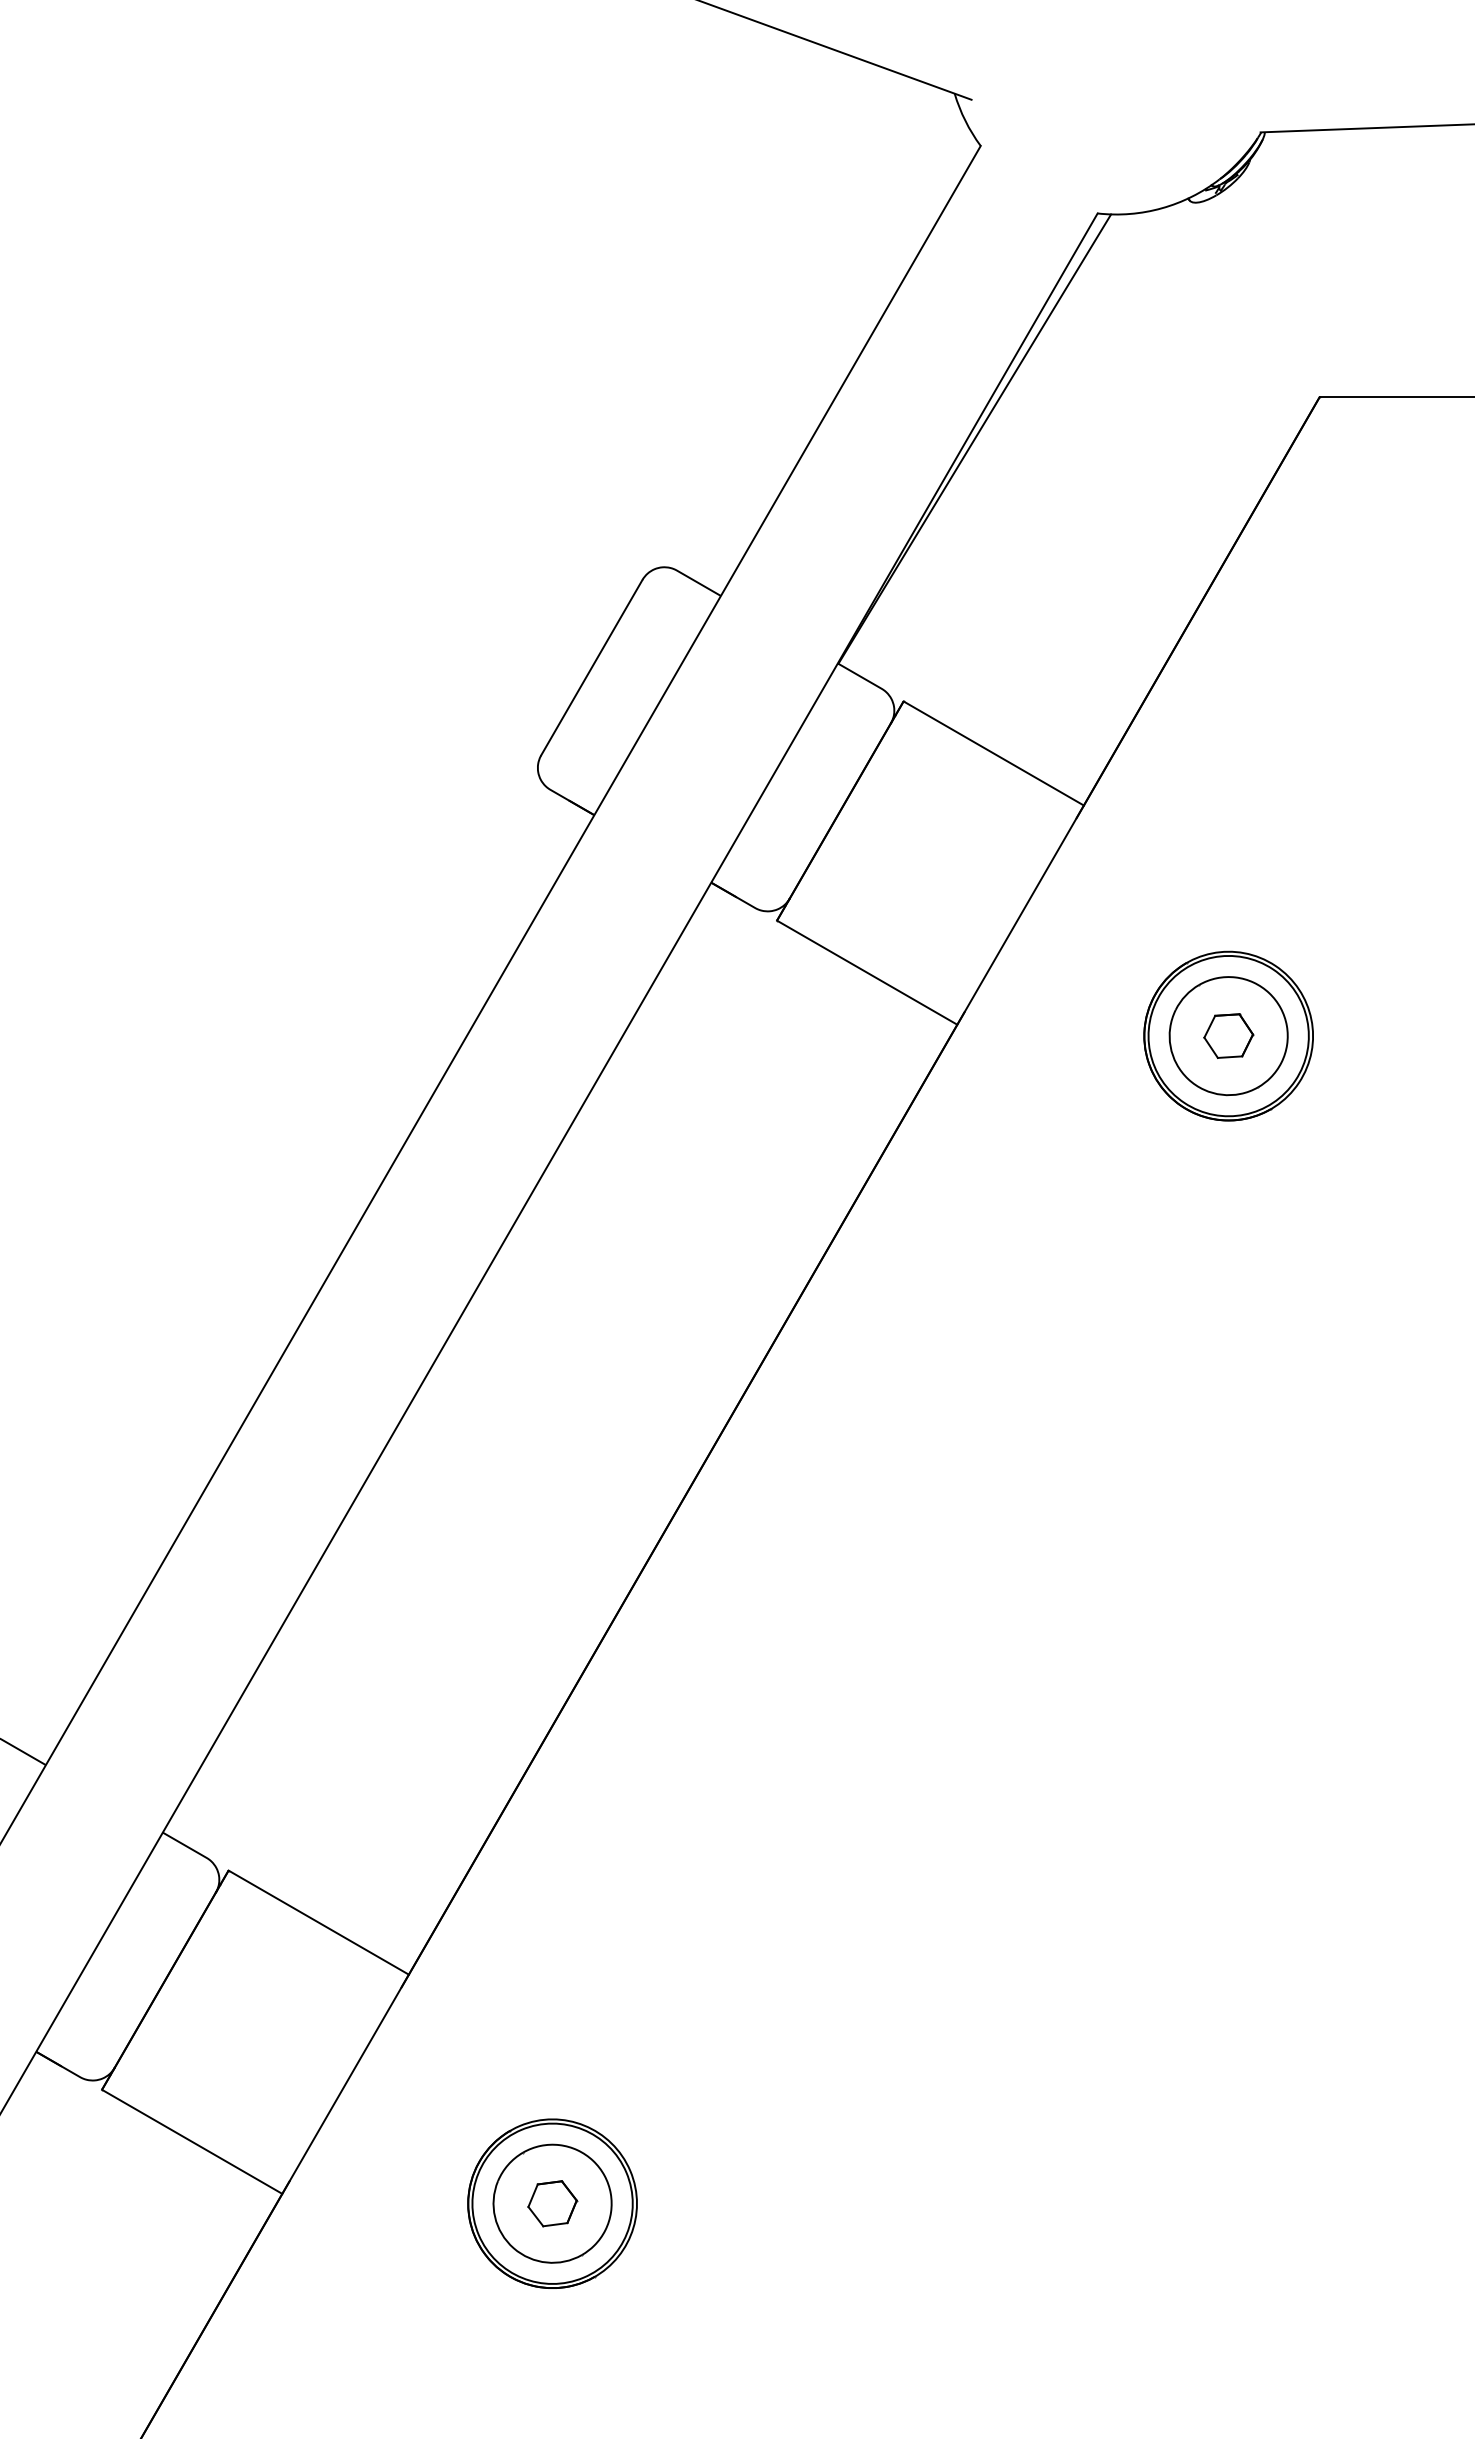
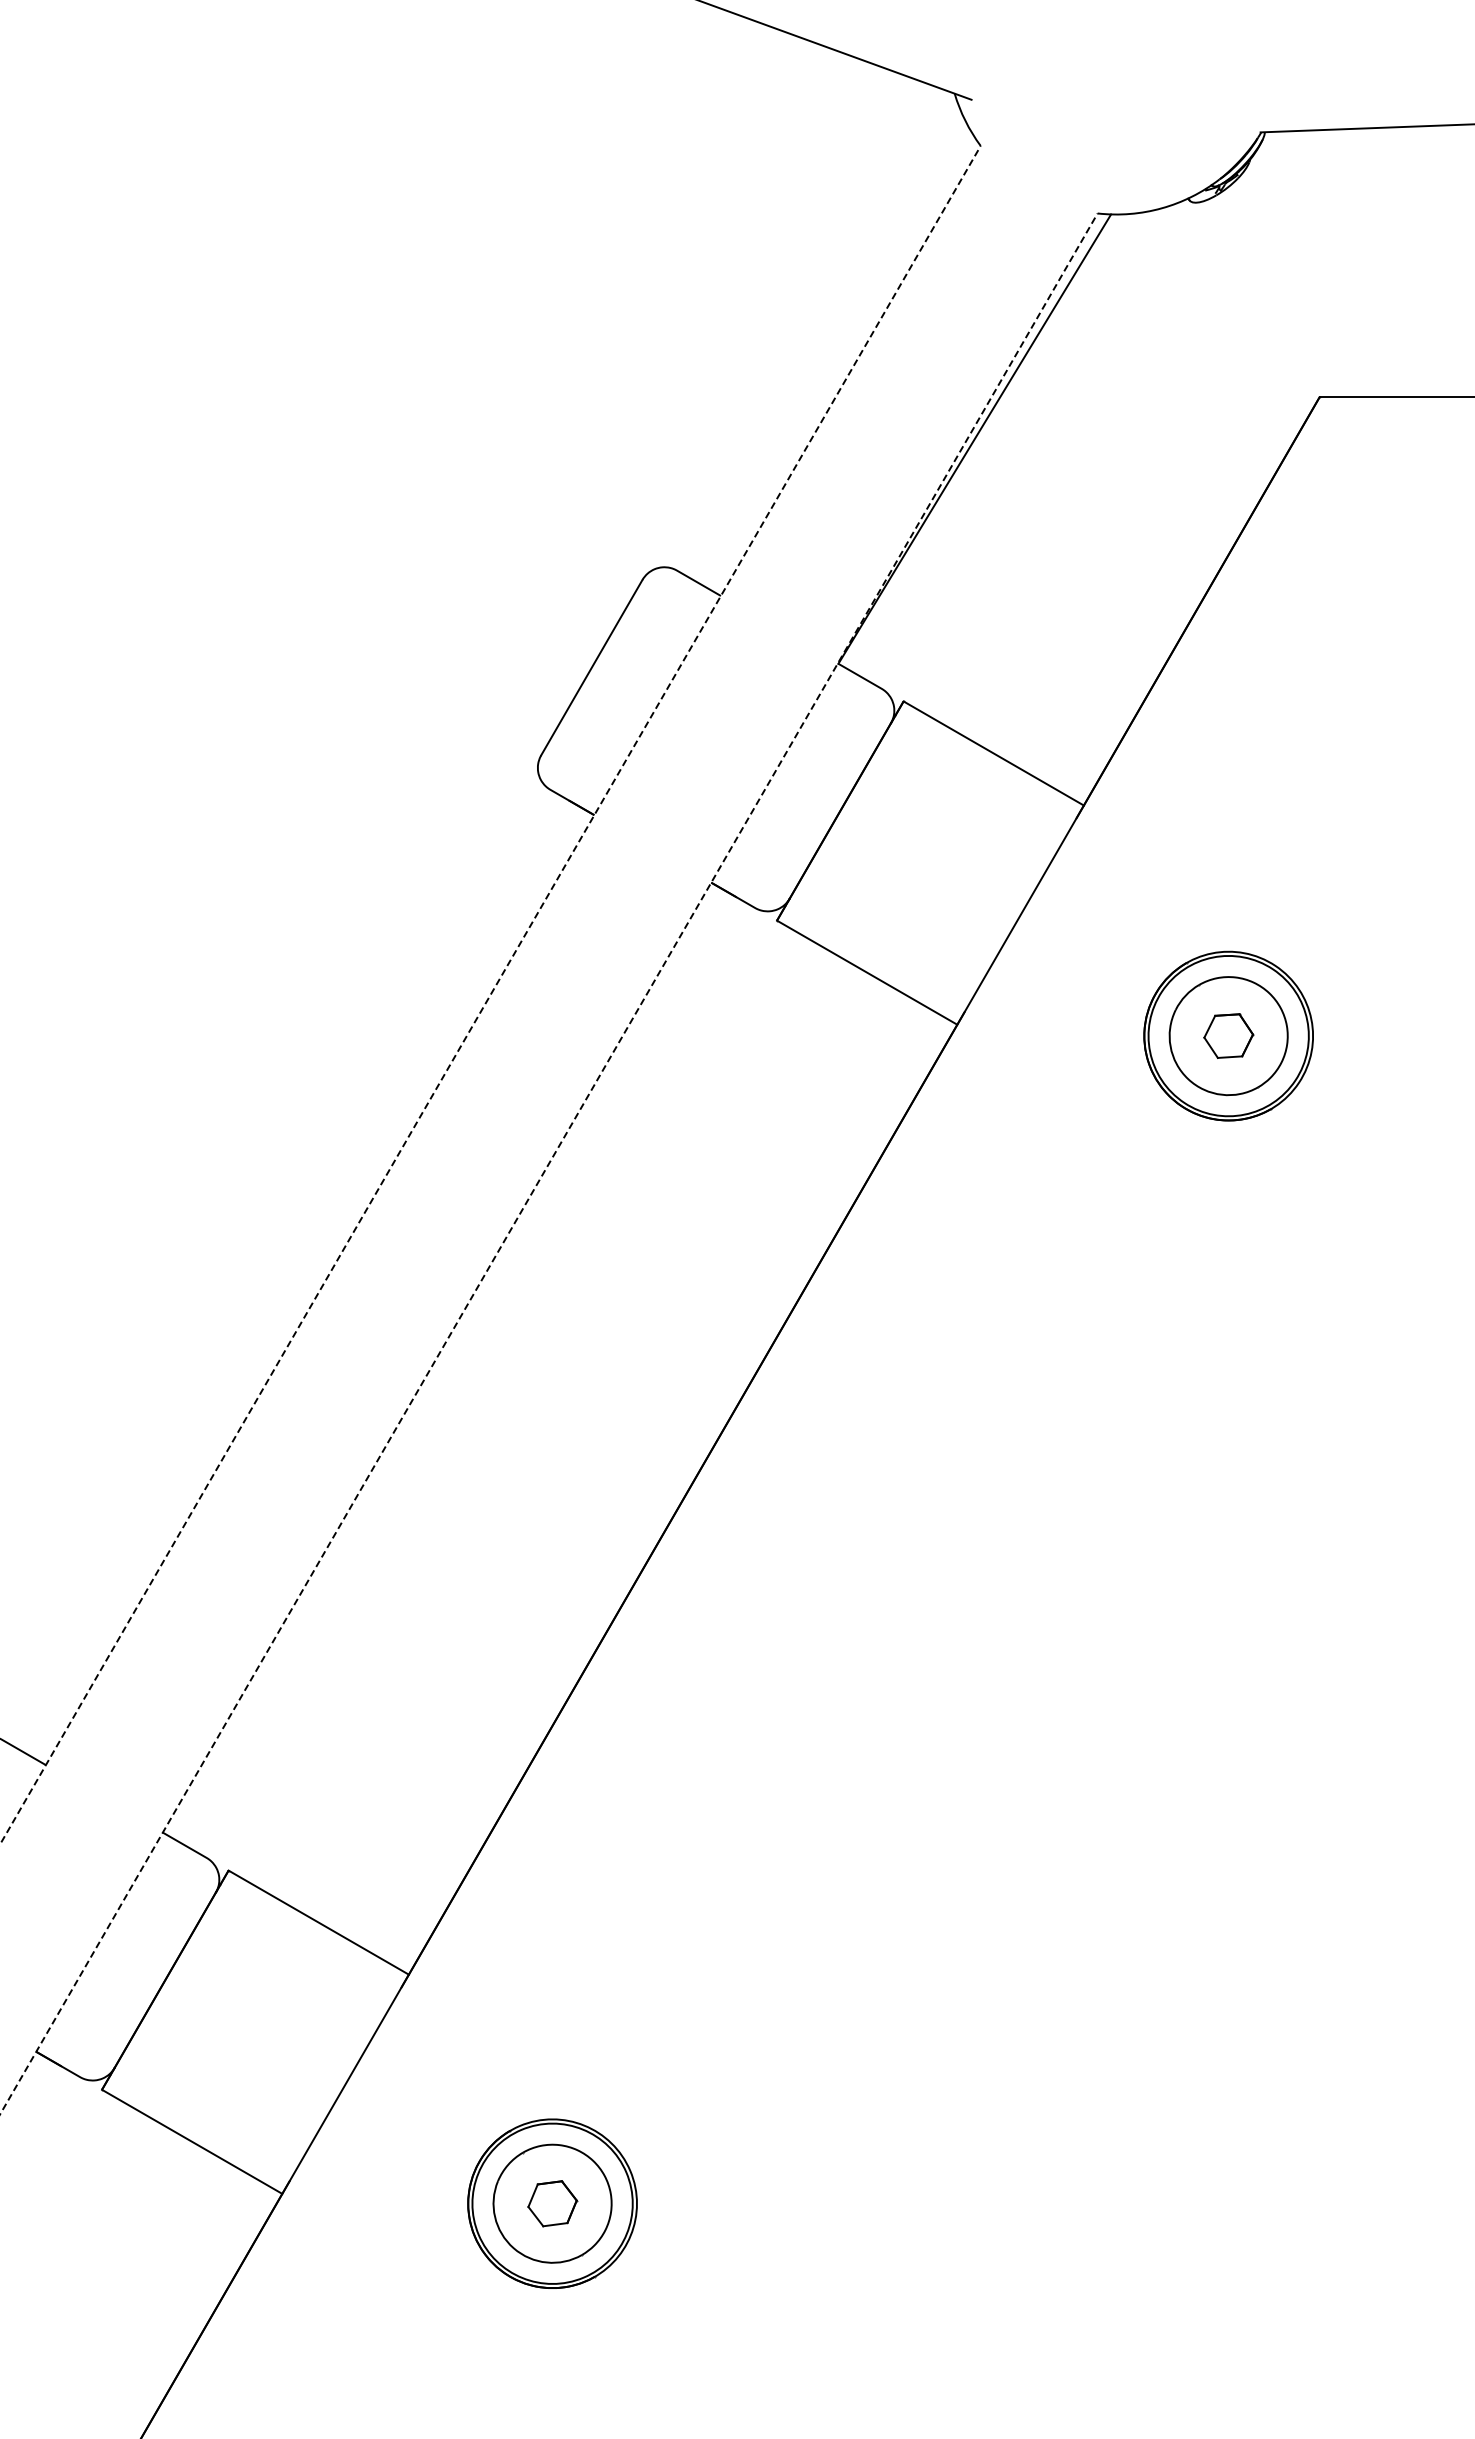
line at (490, 994): solid -> dashed
line at (549, 1163): solid -> dashed
